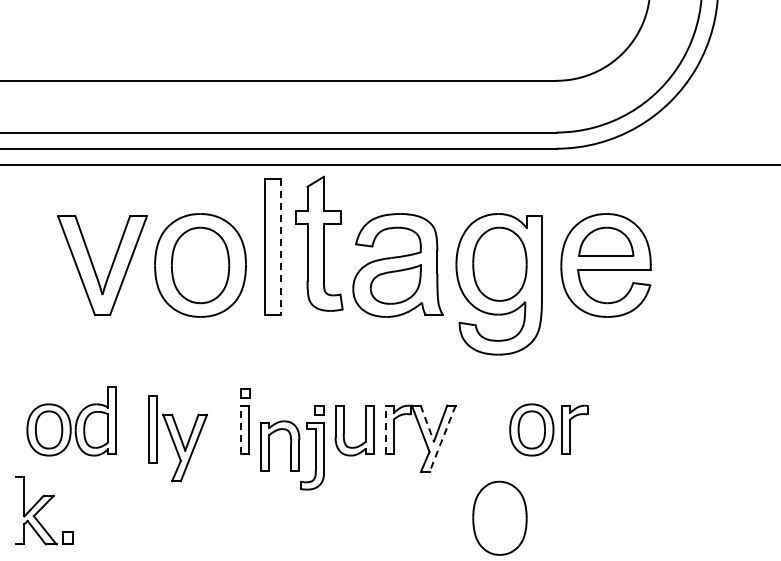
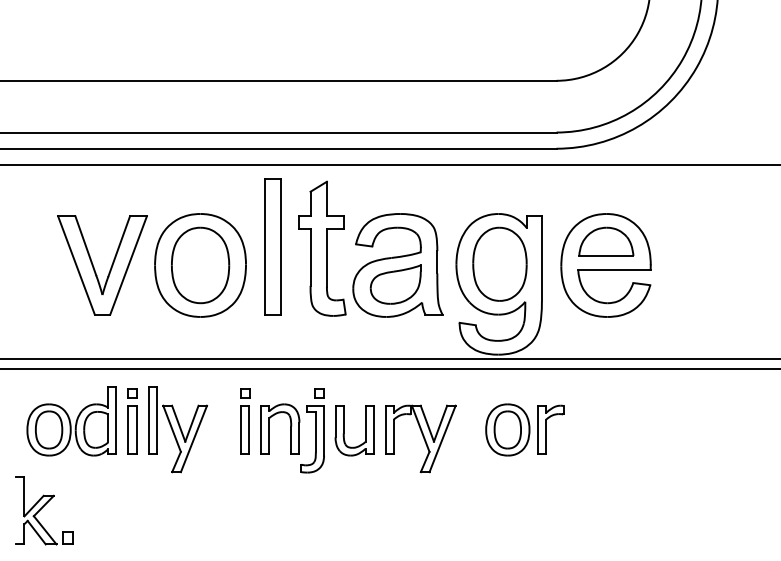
part at (319, 243) position: (319, 243) -> (322, 248)
line at (281, 246): dashed -> solid
line at (389, 358): none -> present
line at (389, 368): none -> present
part at (132, 421): none -> present
line at (427, 424): dashed -> solid
line at (241, 429): dashed -> solid
line at (385, 429): dashed -> solid
part at (548, 429) position: (548, 429) -> (524, 429)
part at (178, 438) position: (178, 438) -> (178, 429)
line at (442, 438): dashed -> solid
part at (292, 447) position: (292, 447) -> (292, 430)
part at (499, 517): present -> none
